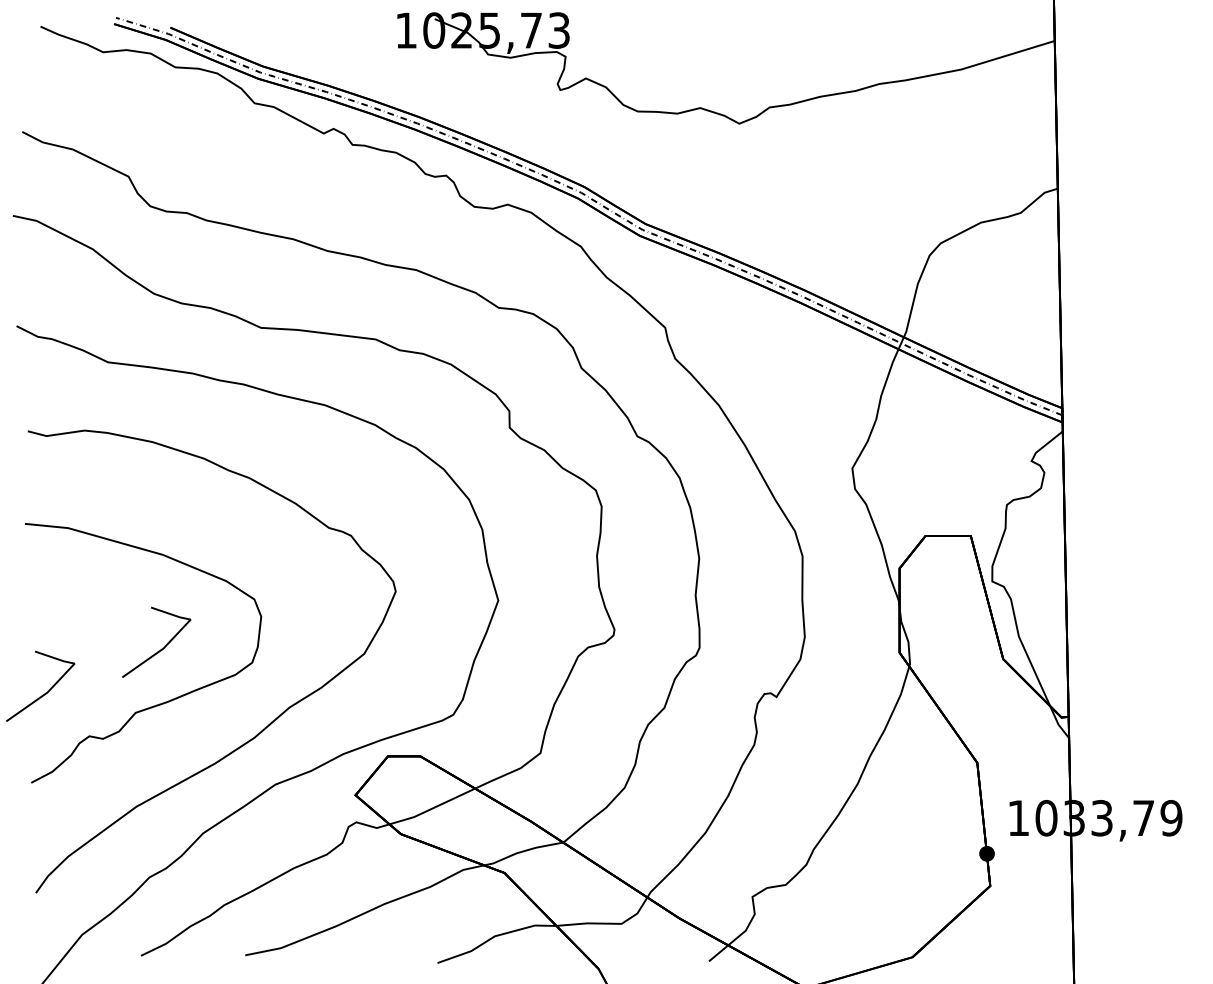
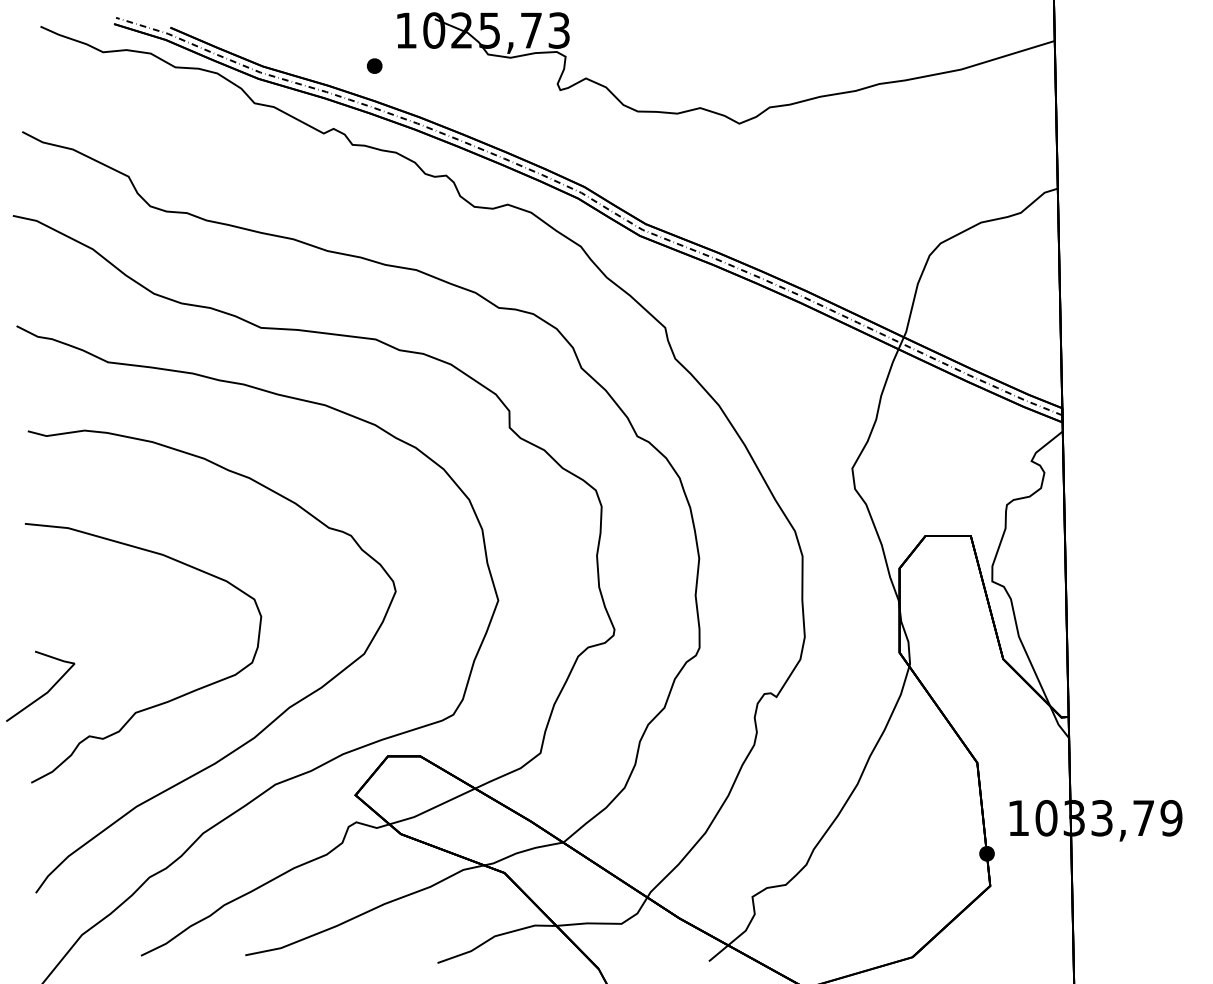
part at (374, 65): none -> present
line at (161, 648): present -> none
